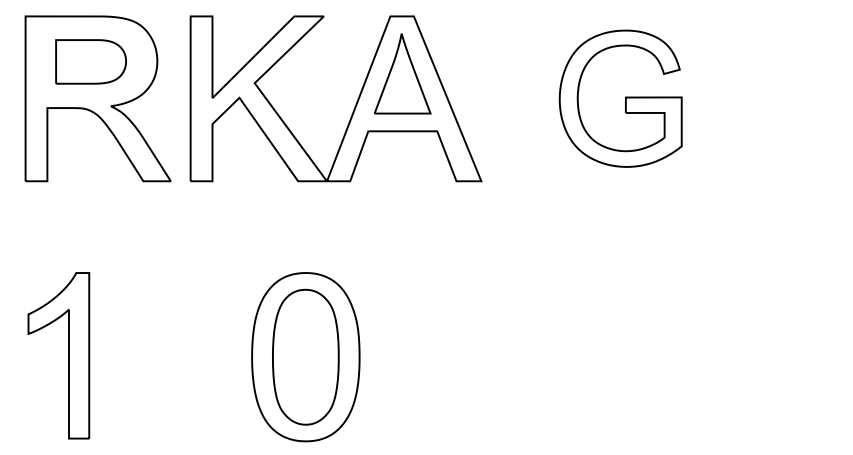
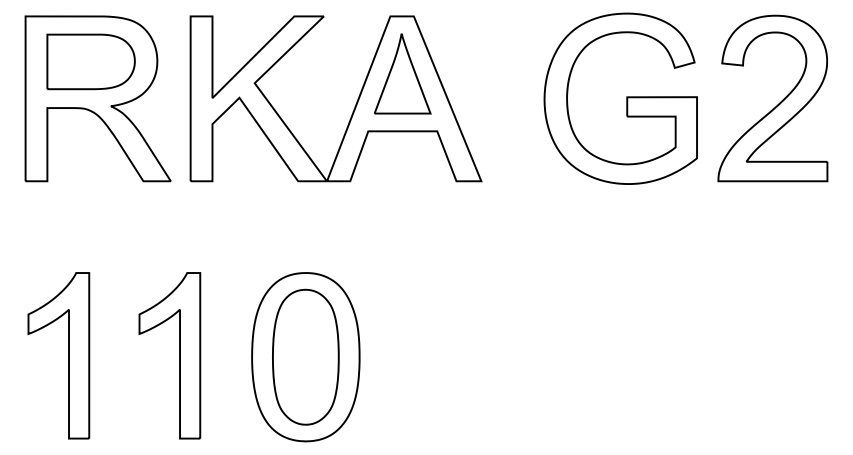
part at (90, 61) size: 72x46 px -> 90x58 px
part at (620, 98) size: 125x139 px -> 155x173 px
part at (778, 103): none -> present
part at (179, 355): none -> present
